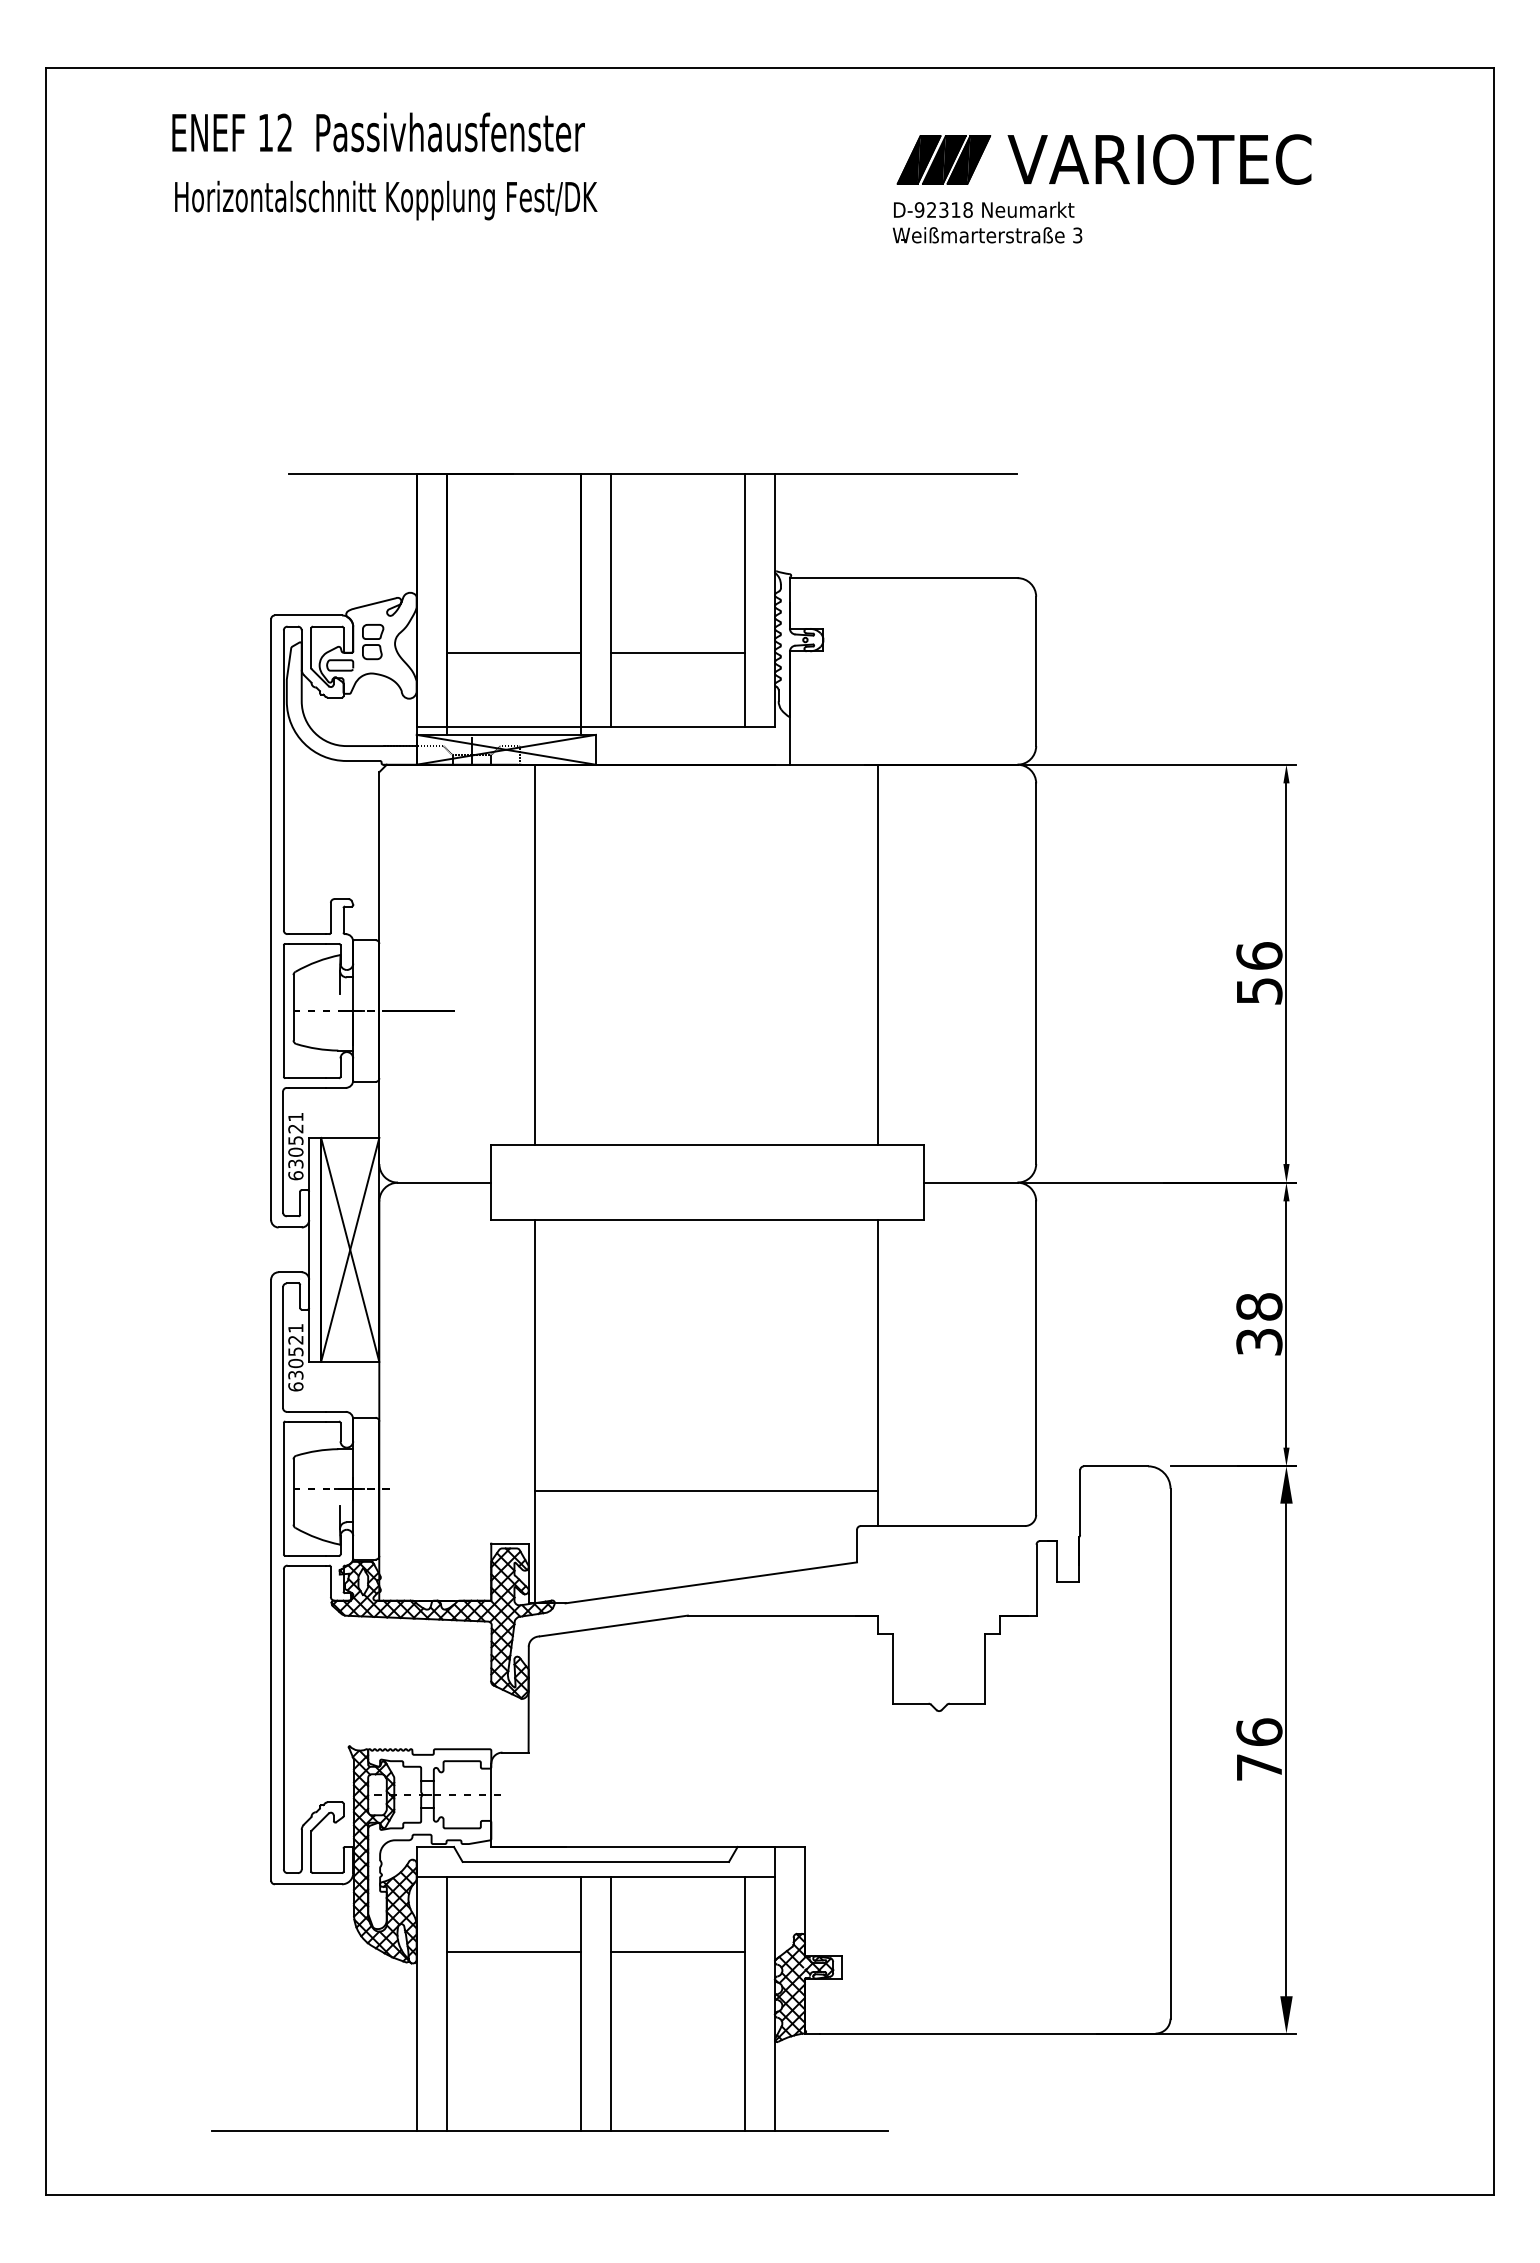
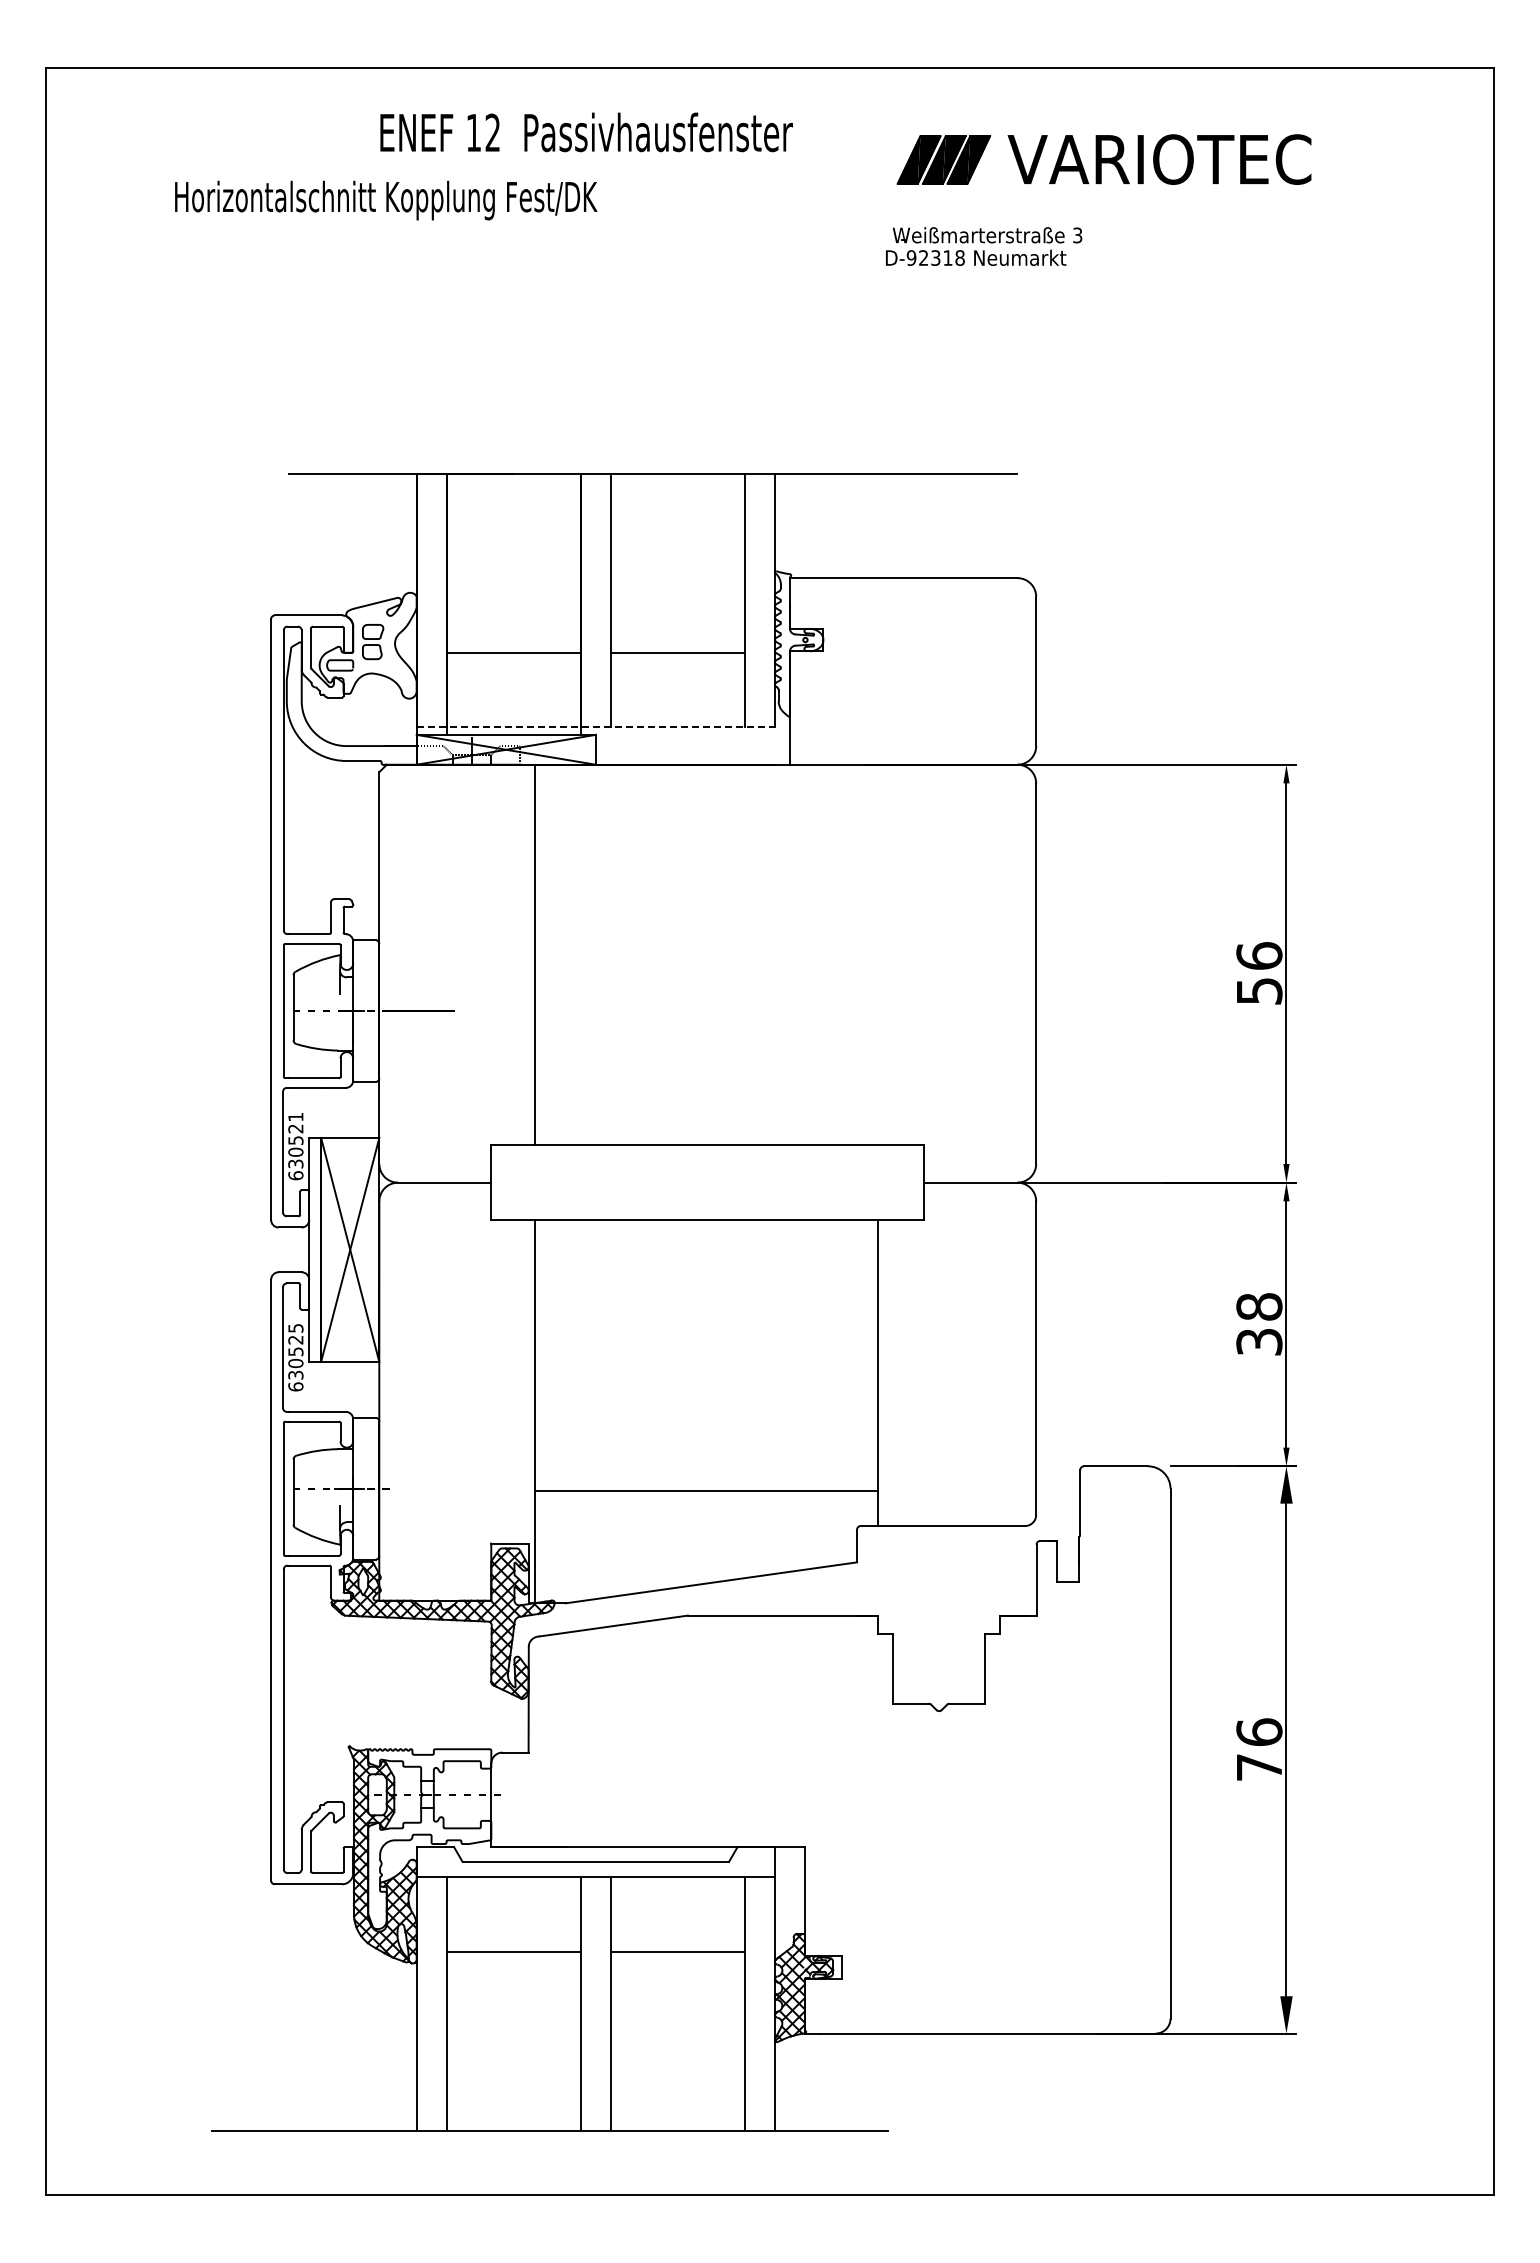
text at (378, 132) position: (378, 132) -> (586, 132)
text at (984, 209) position: (984, 209) -> (976, 257)
line at (596, 727): solid -> dashed
line at (877, 954): present -> none
text at (295, 1328): 630521 -> 630525
